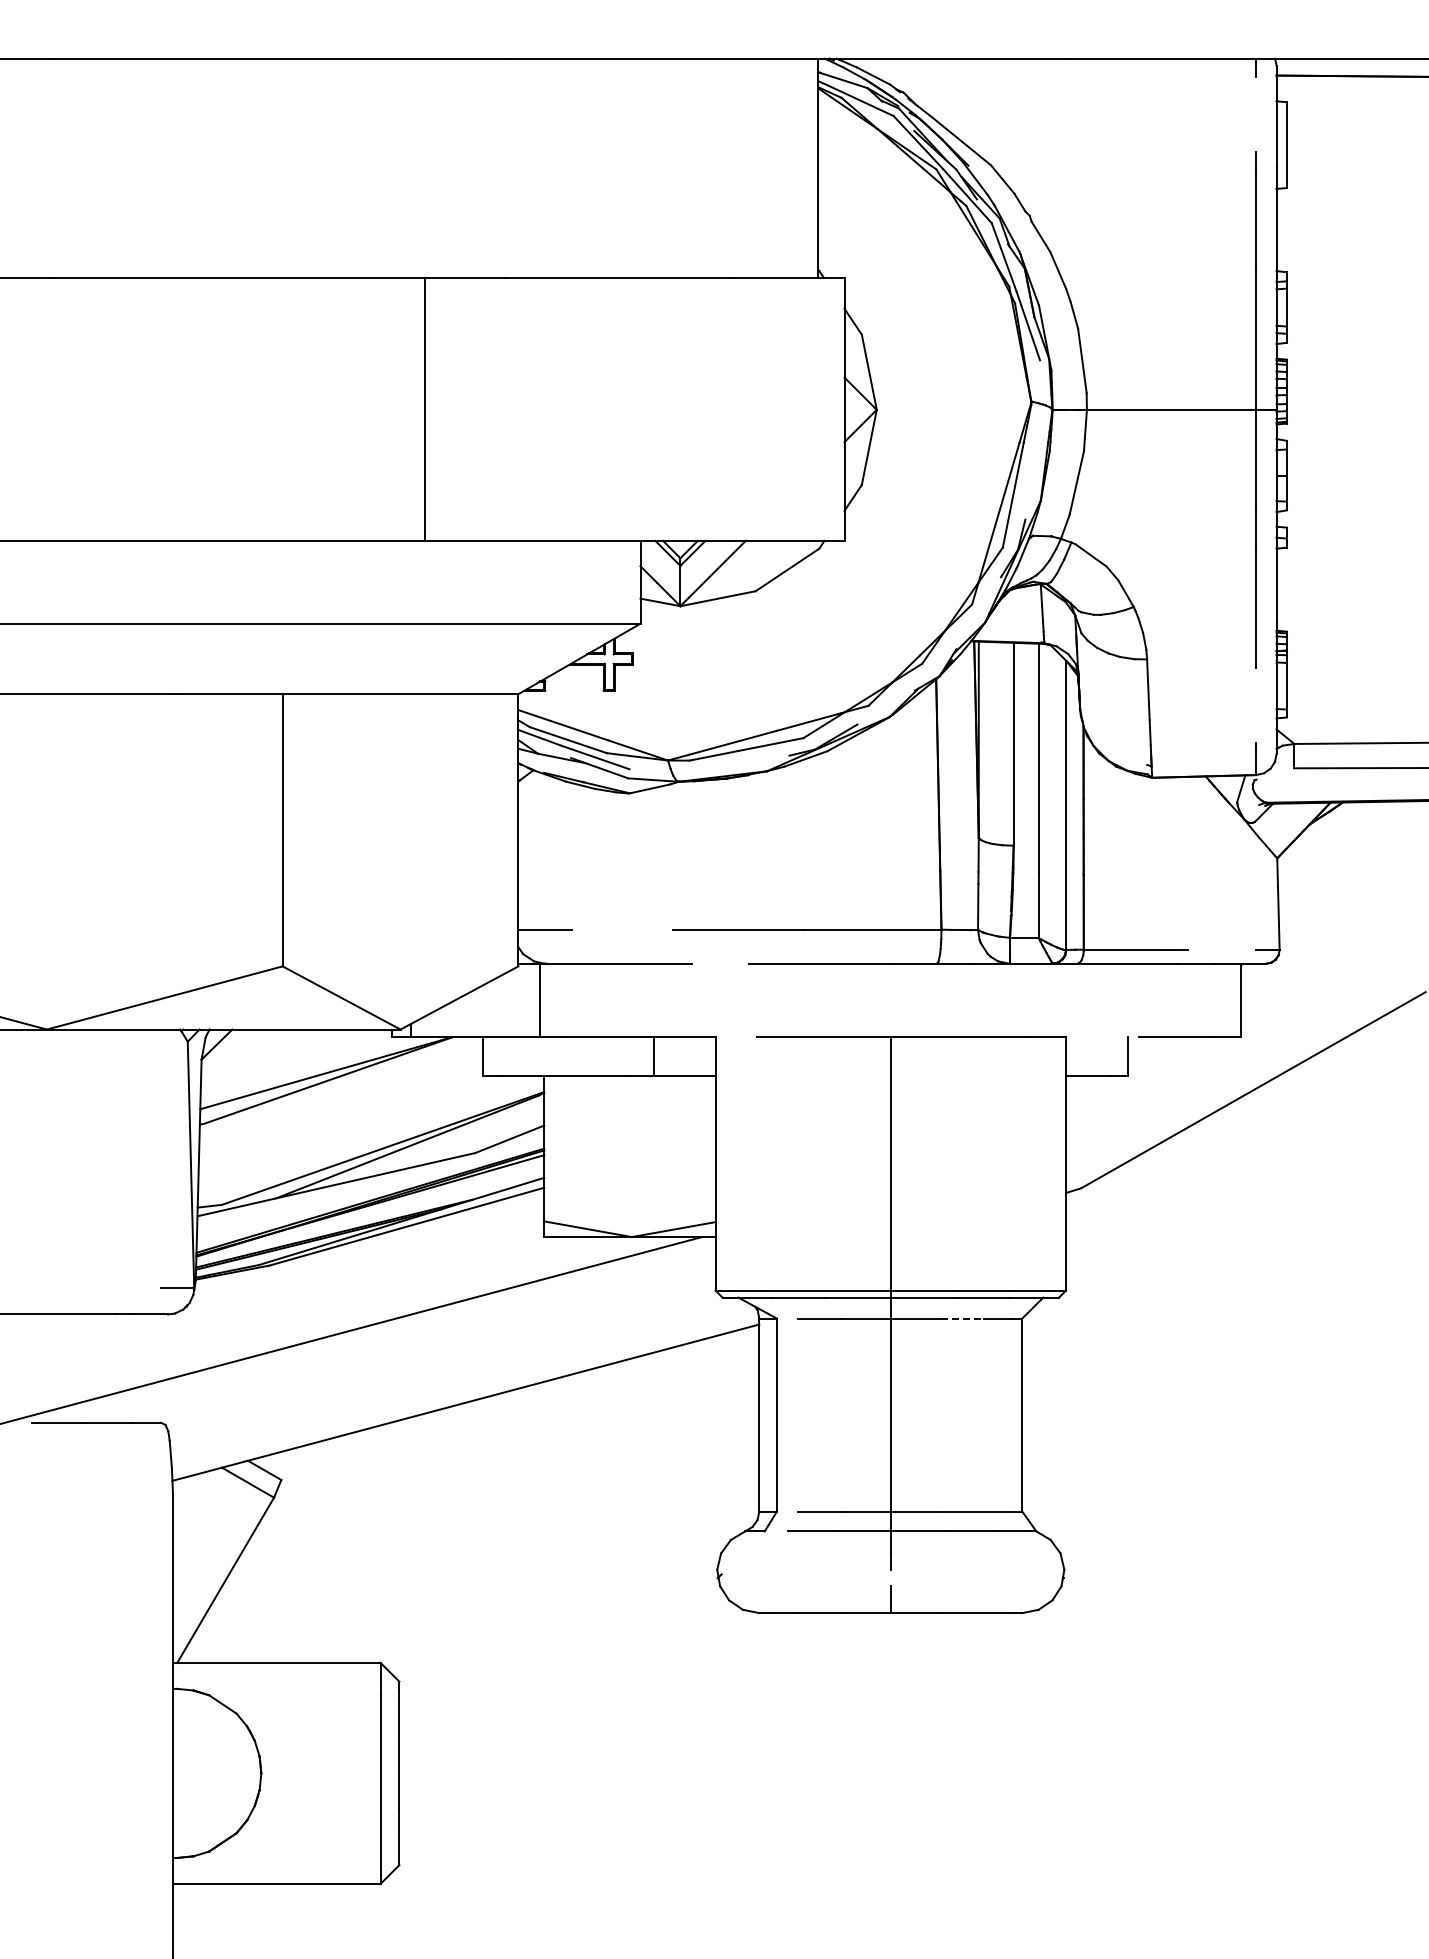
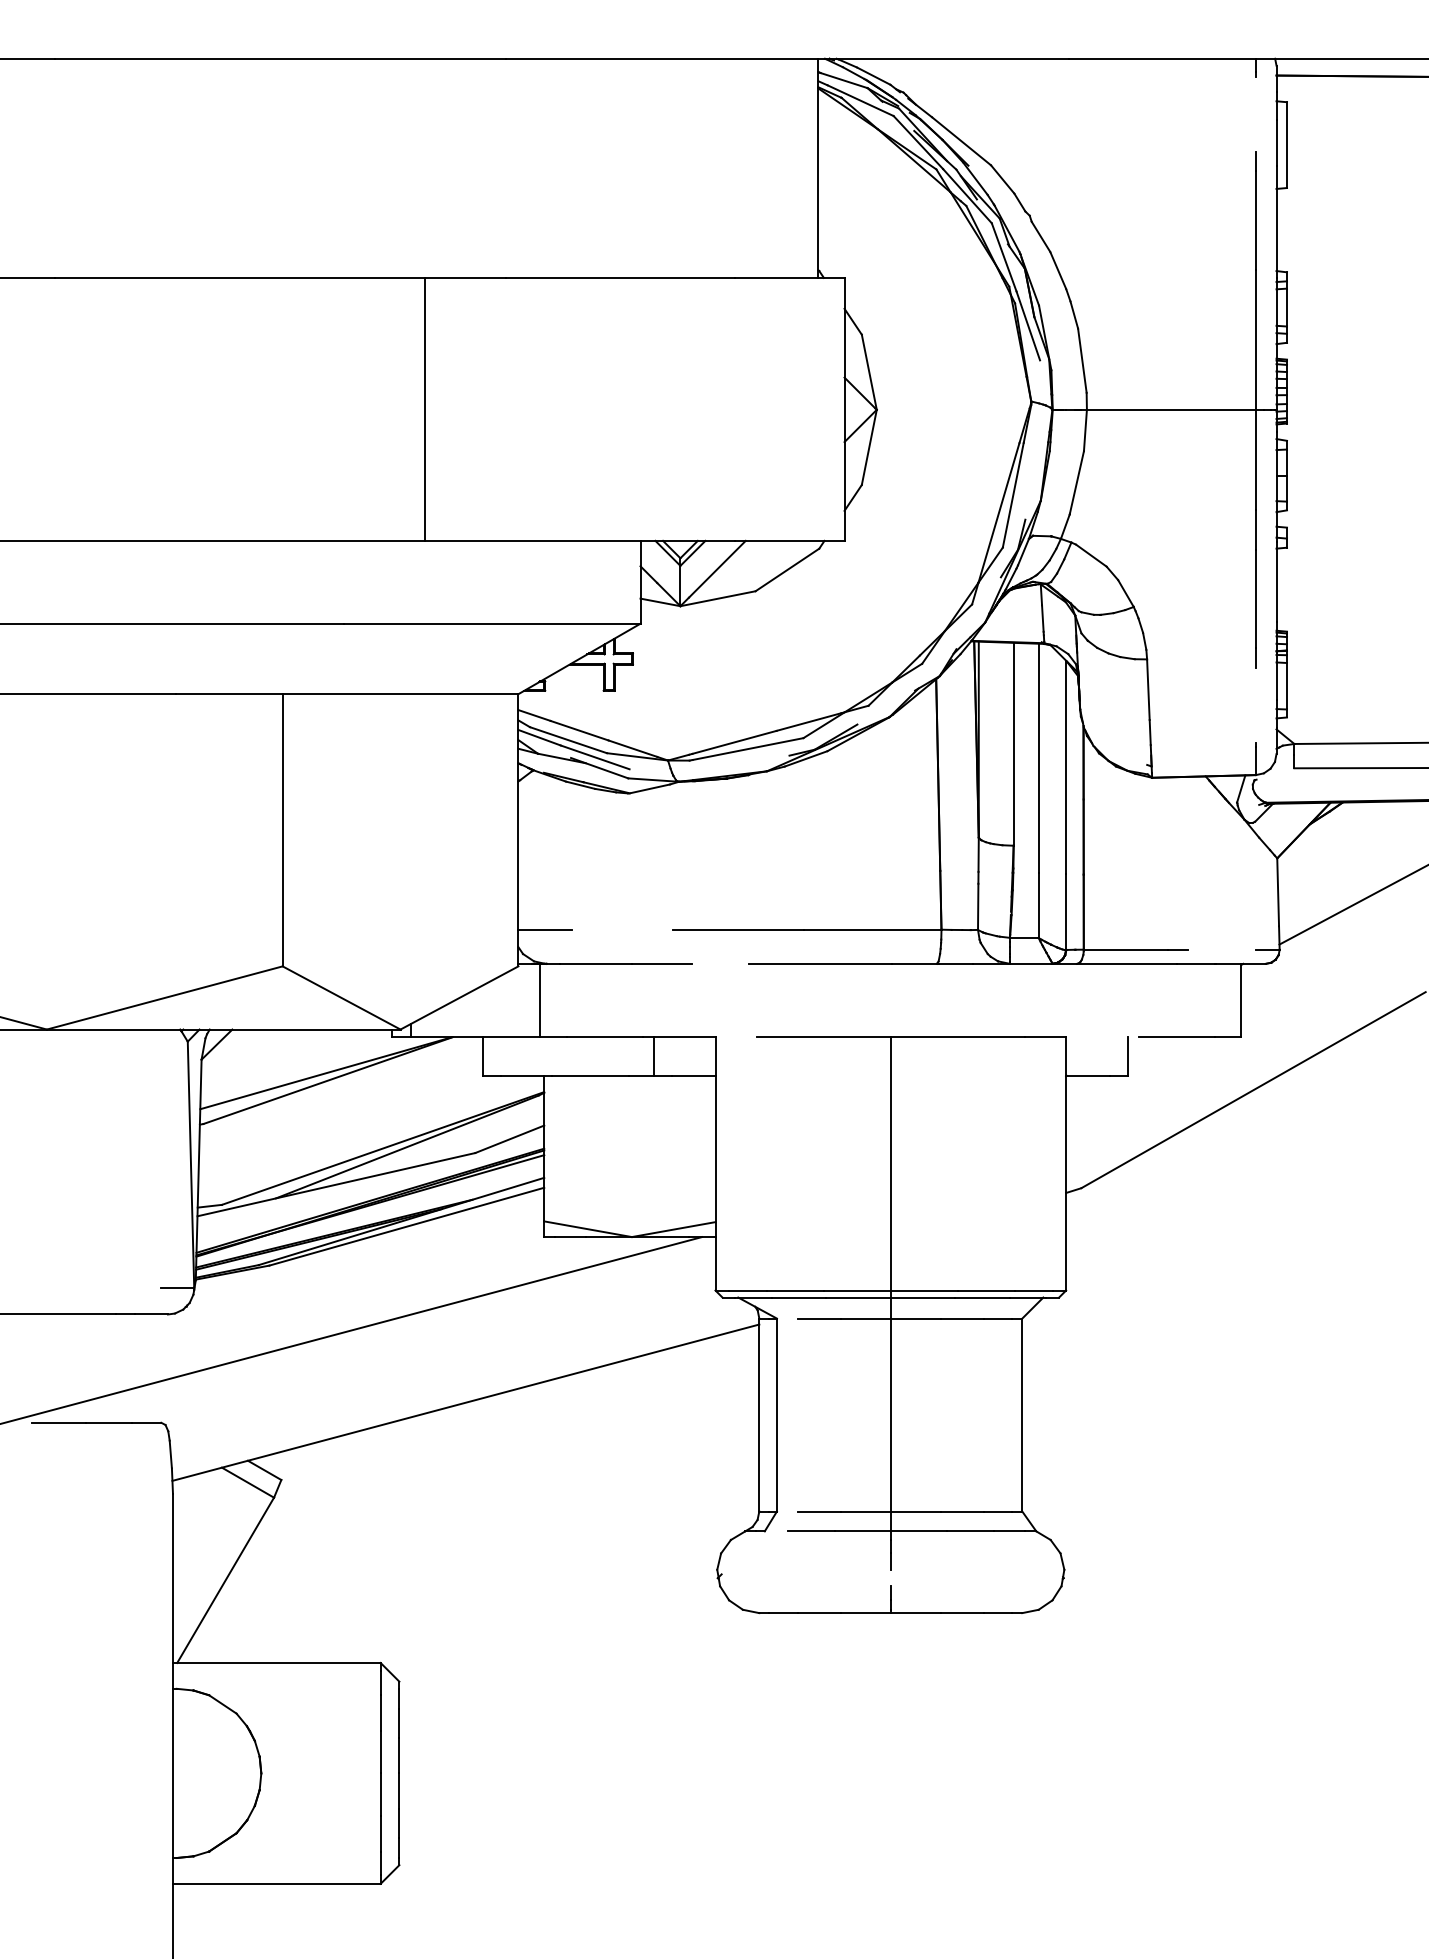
line at (1352, 905): none -> present
line at (962, 1318): dashed -> solid
